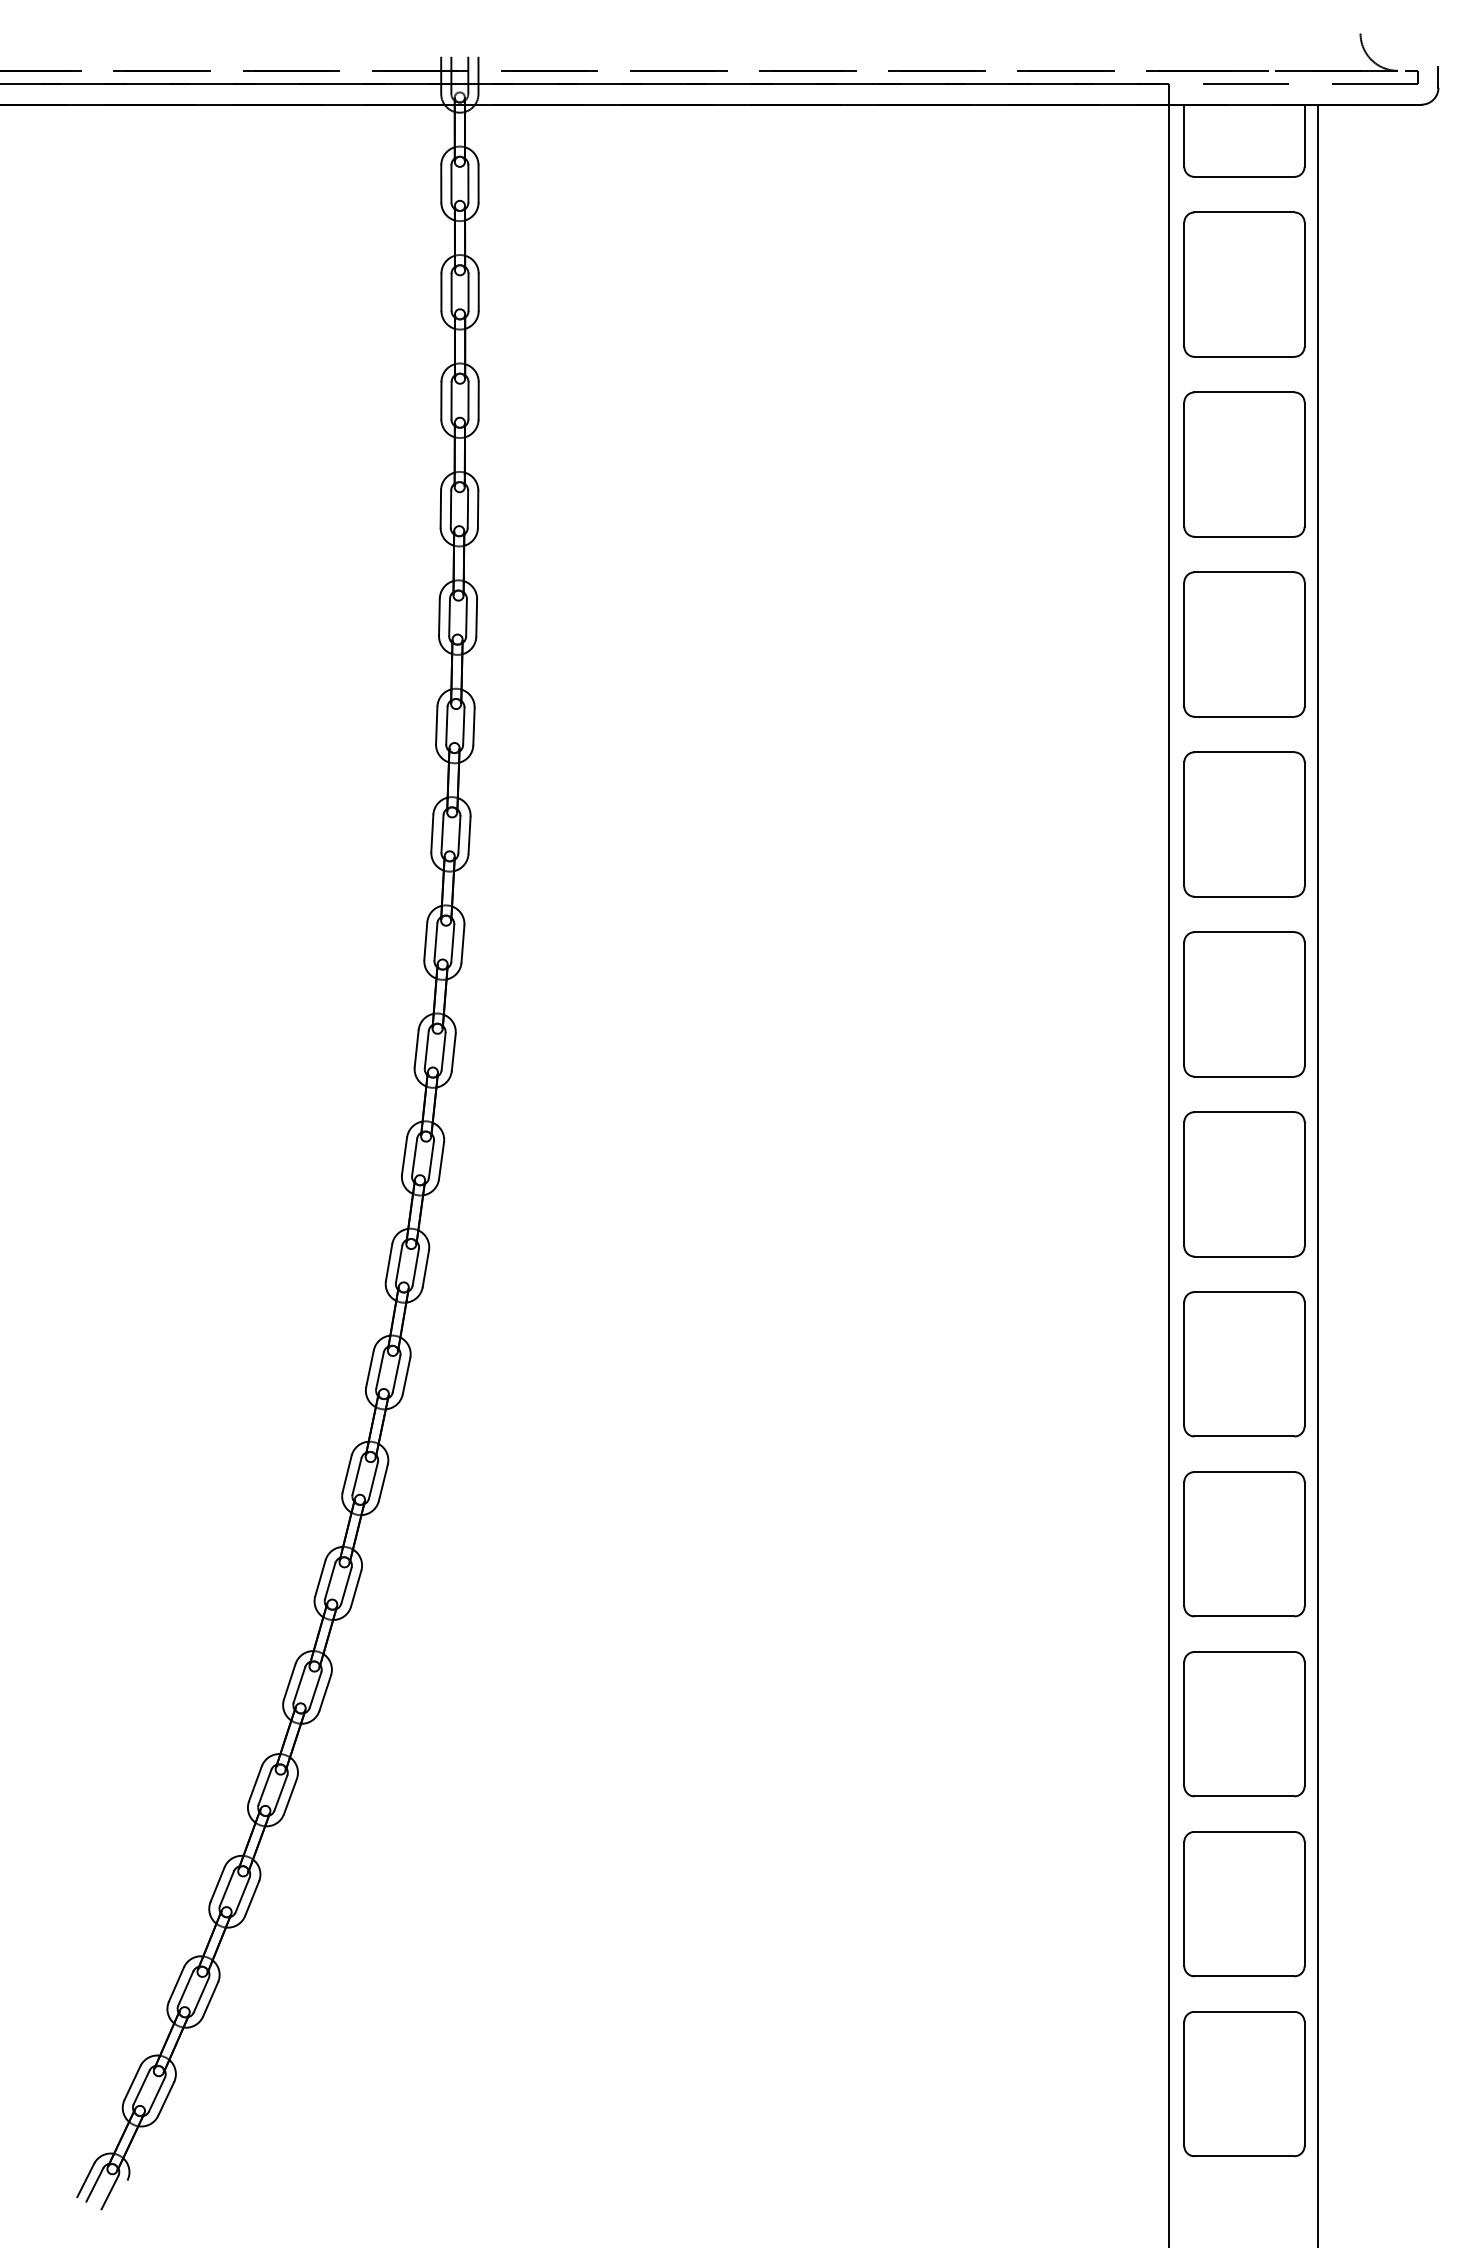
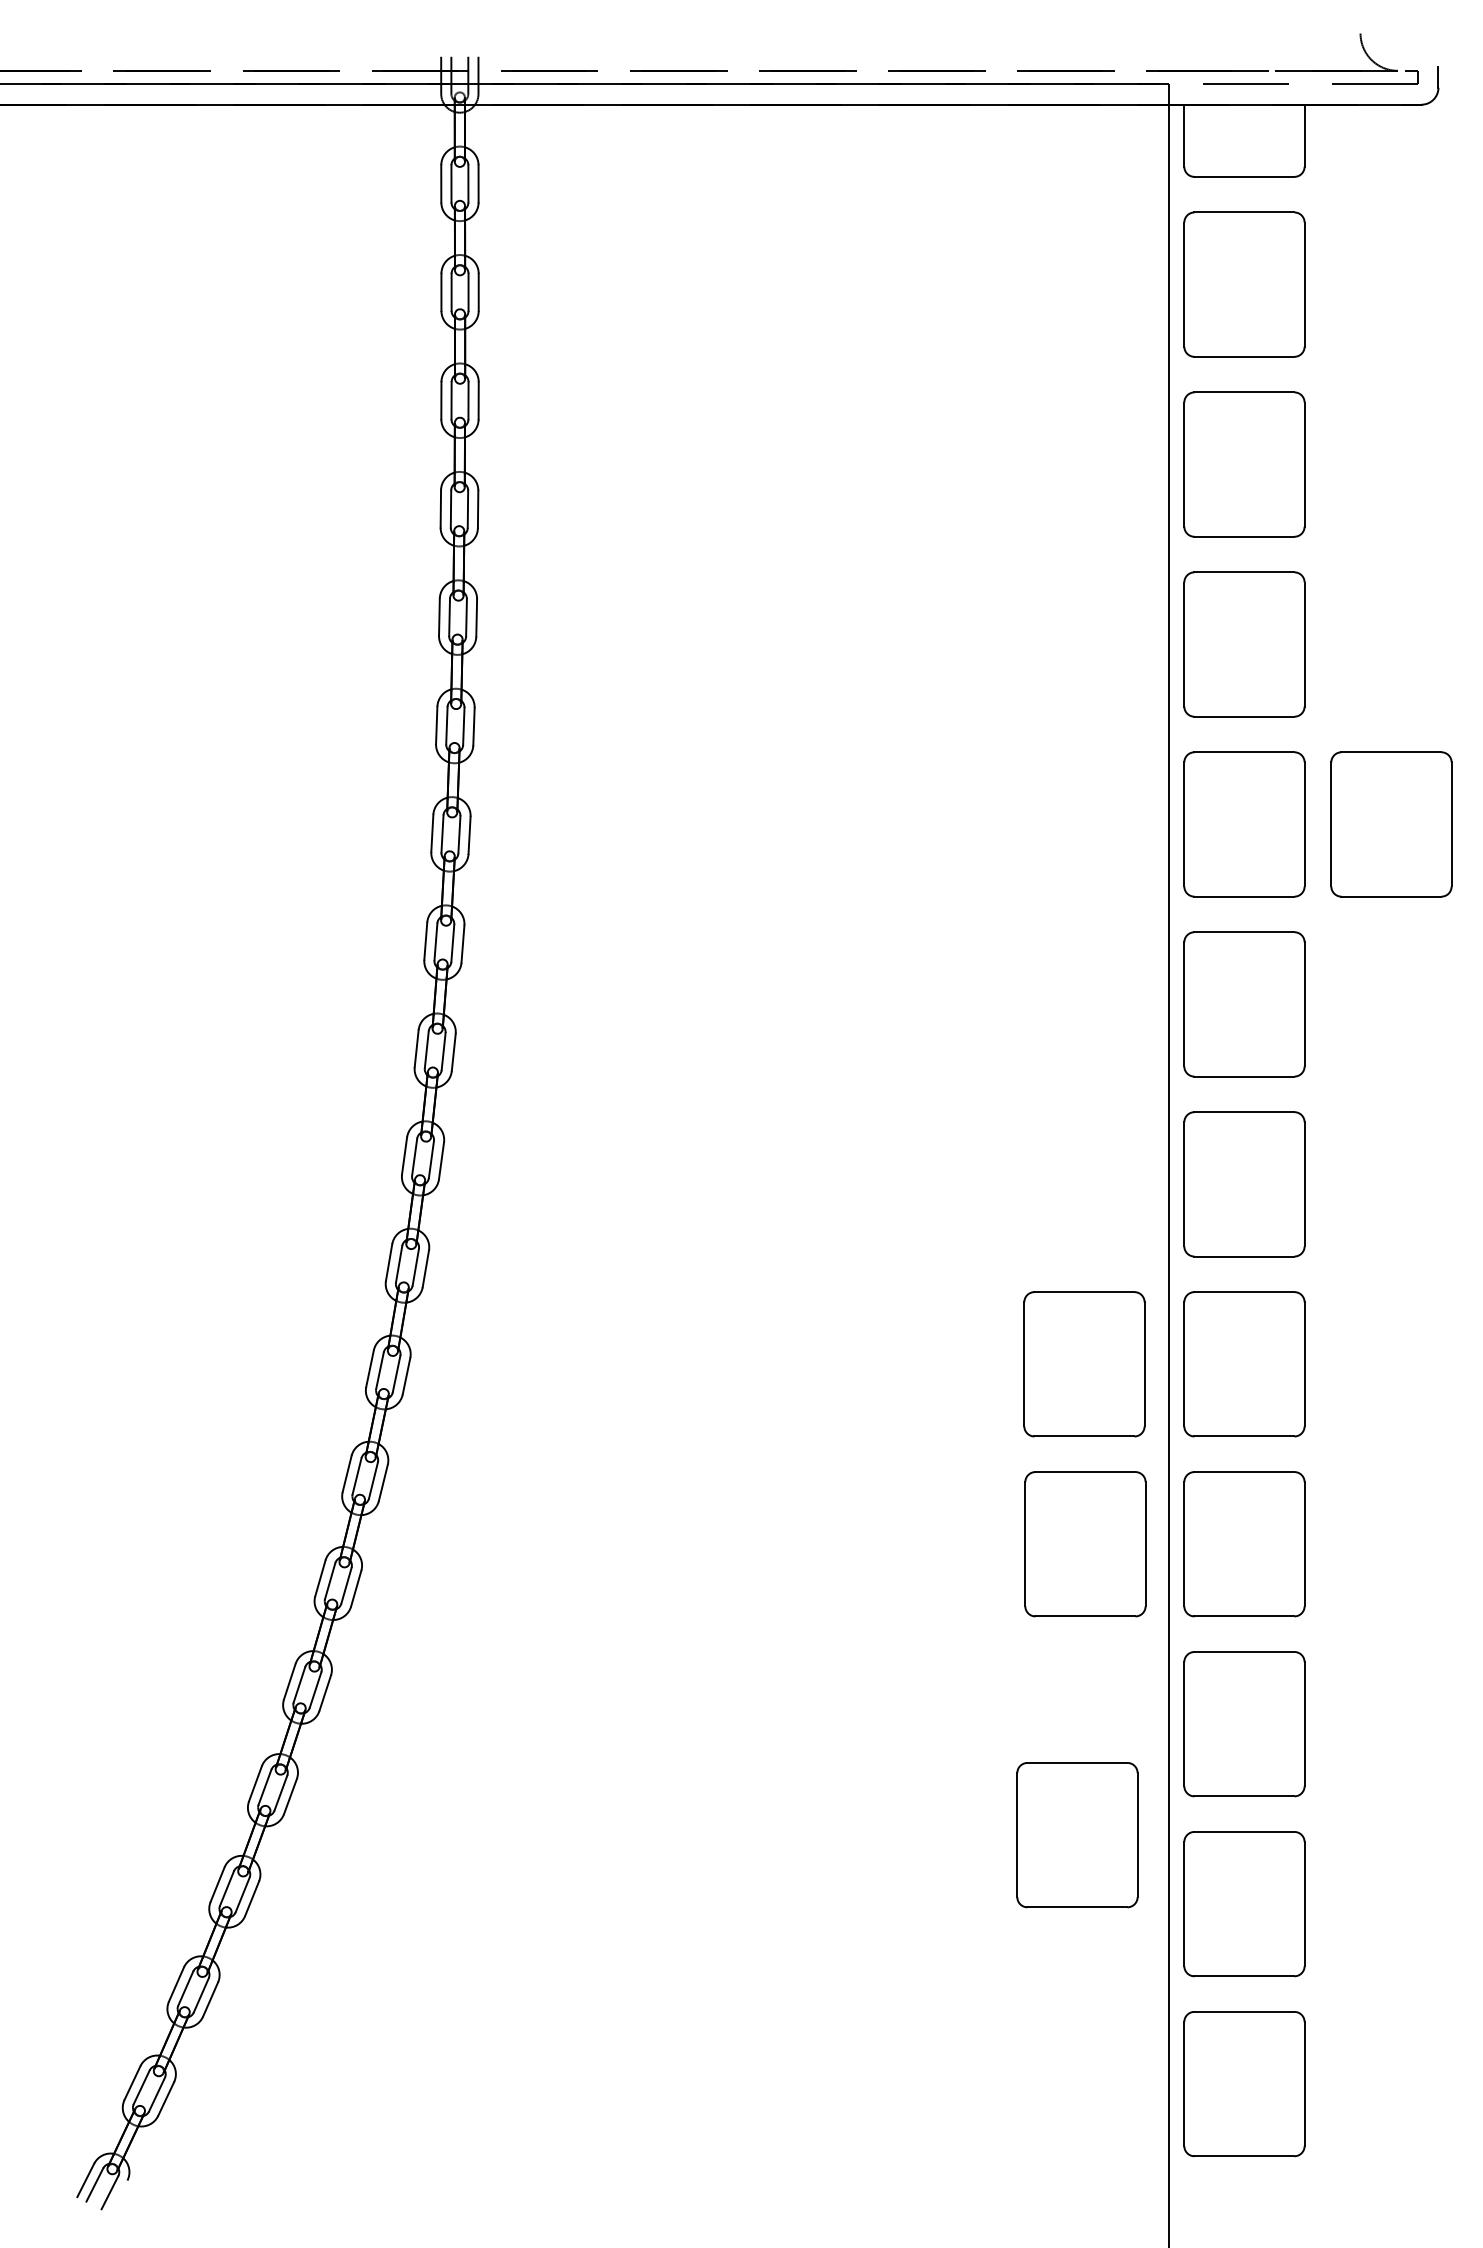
part at (1391, 824): none -> present
line at (1318, 1174): present -> none
part at (1084, 1364): none -> present
part at (1085, 1544): none -> present
part at (1077, 1835): none -> present
